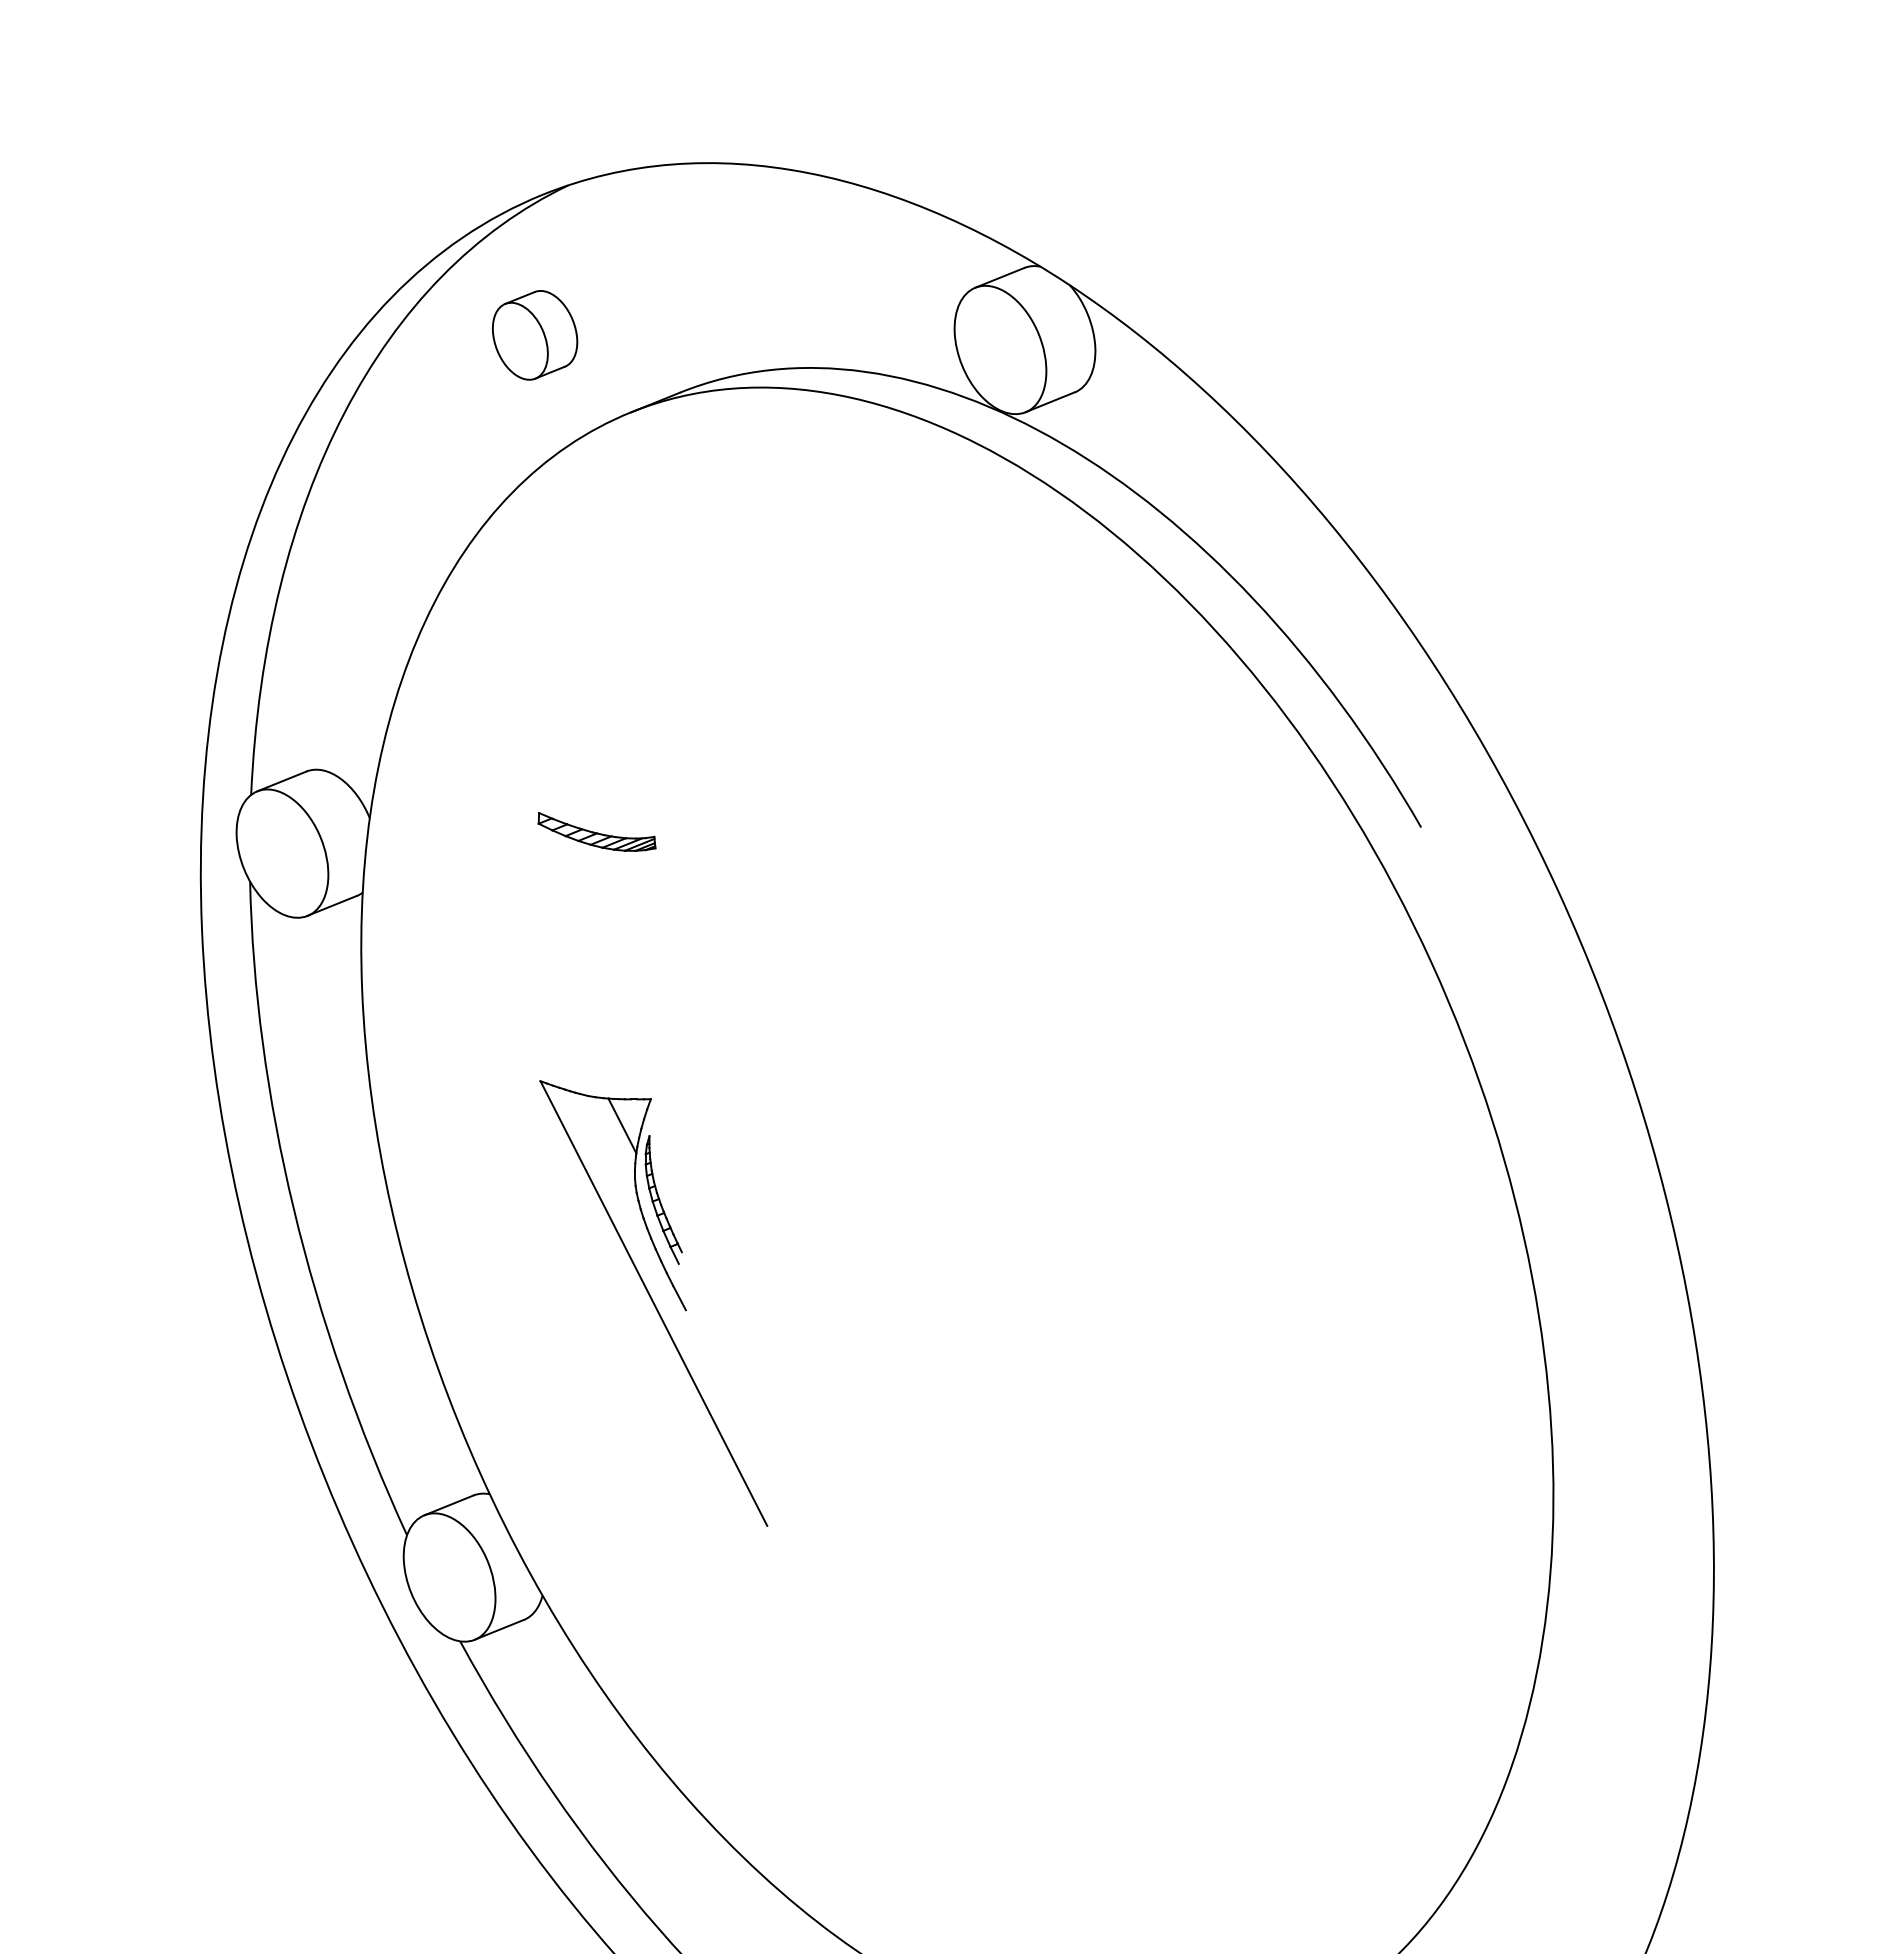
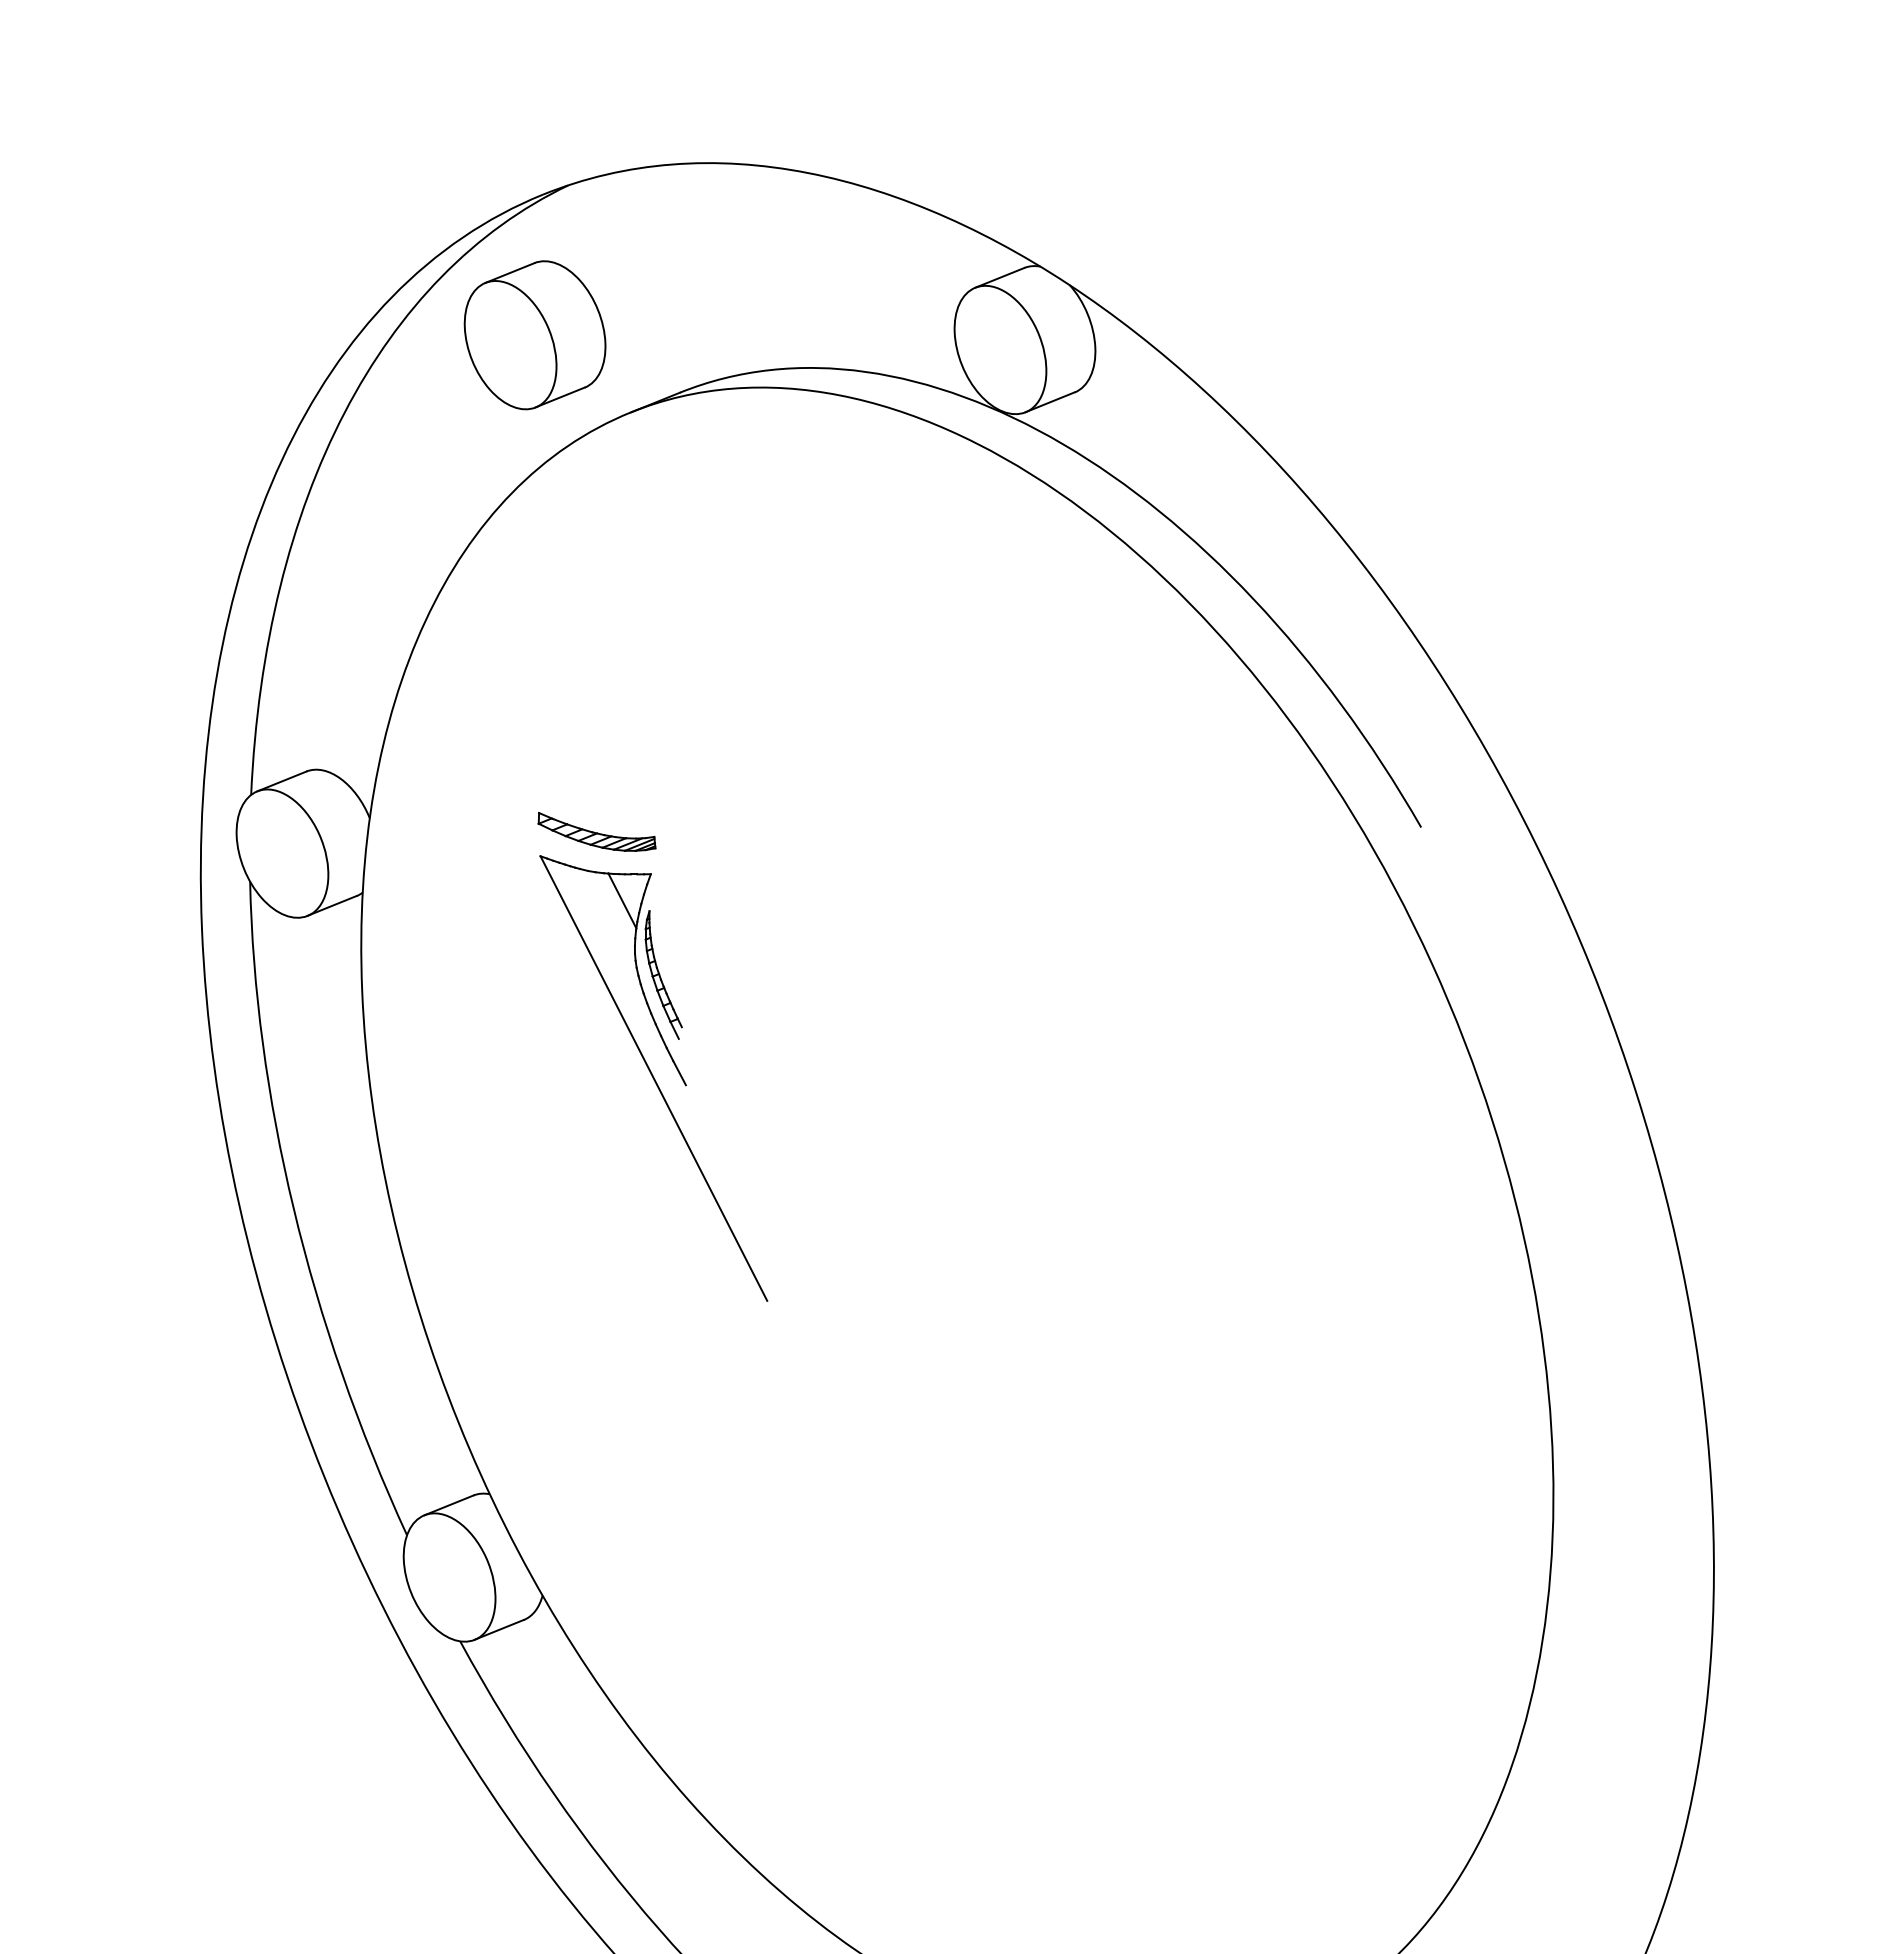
part at (535, 335) size: 87x91 px -> 144x151 px
part at (653, 1303) position: (653, 1303) -> (653, 1078)
